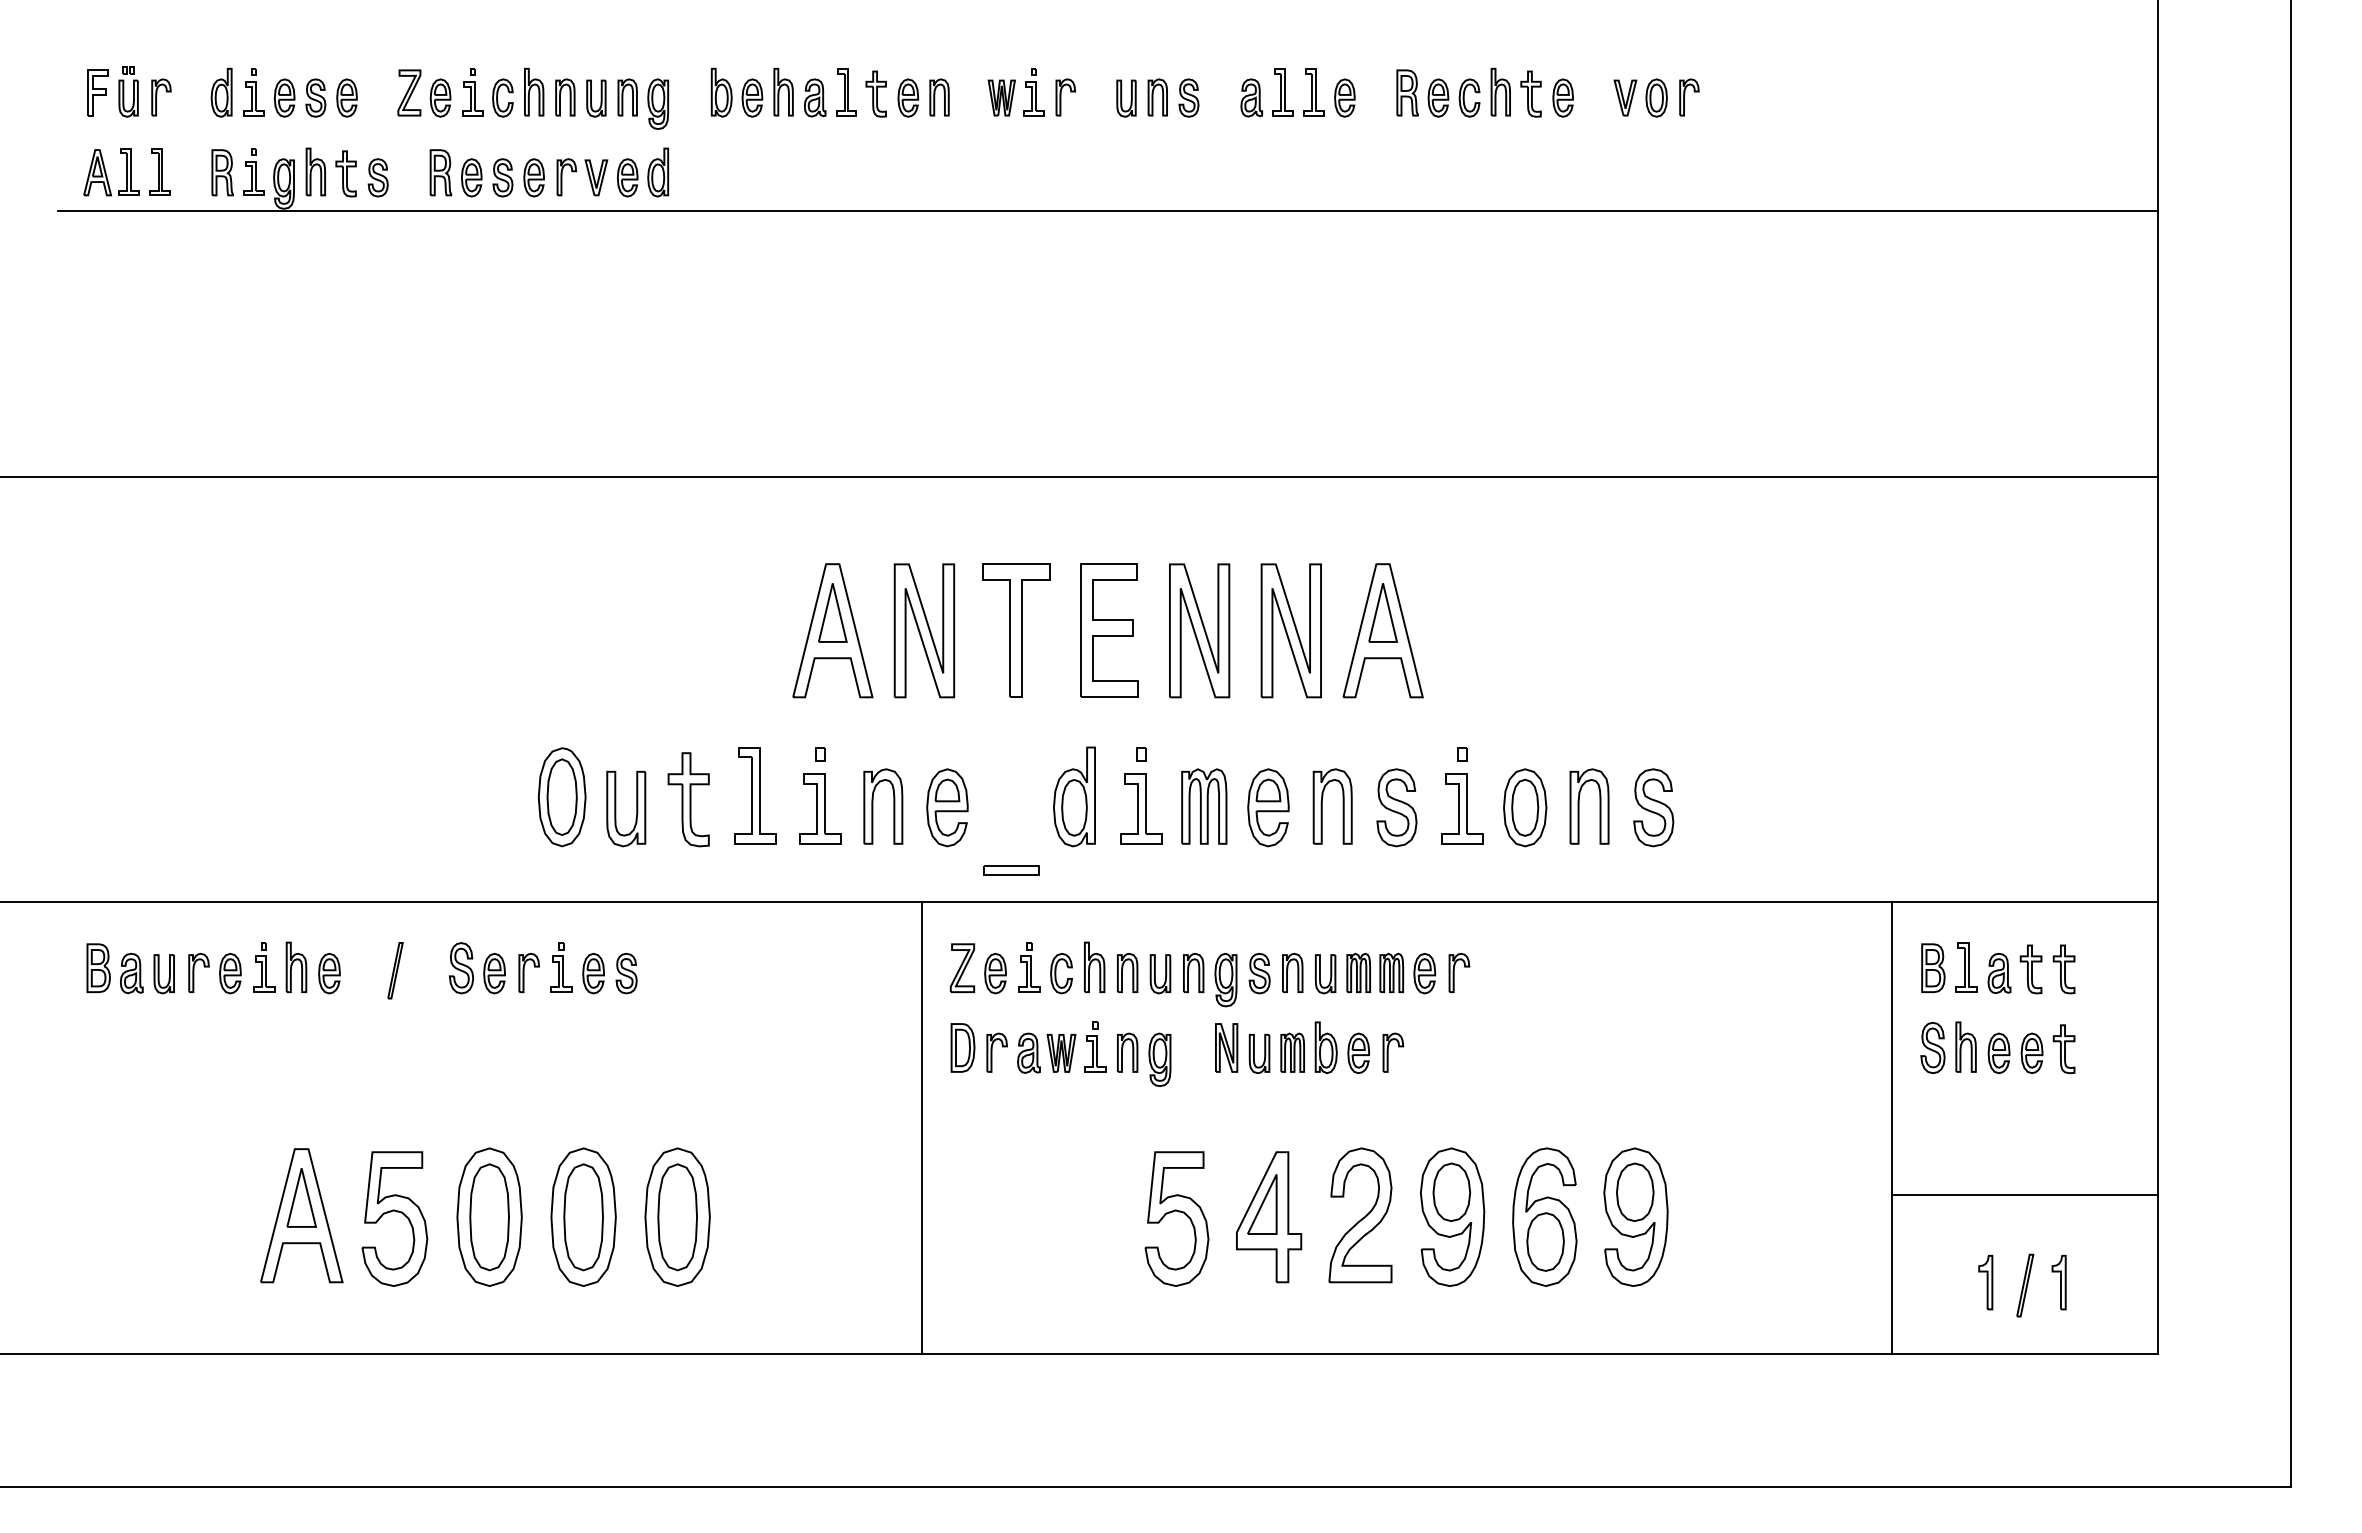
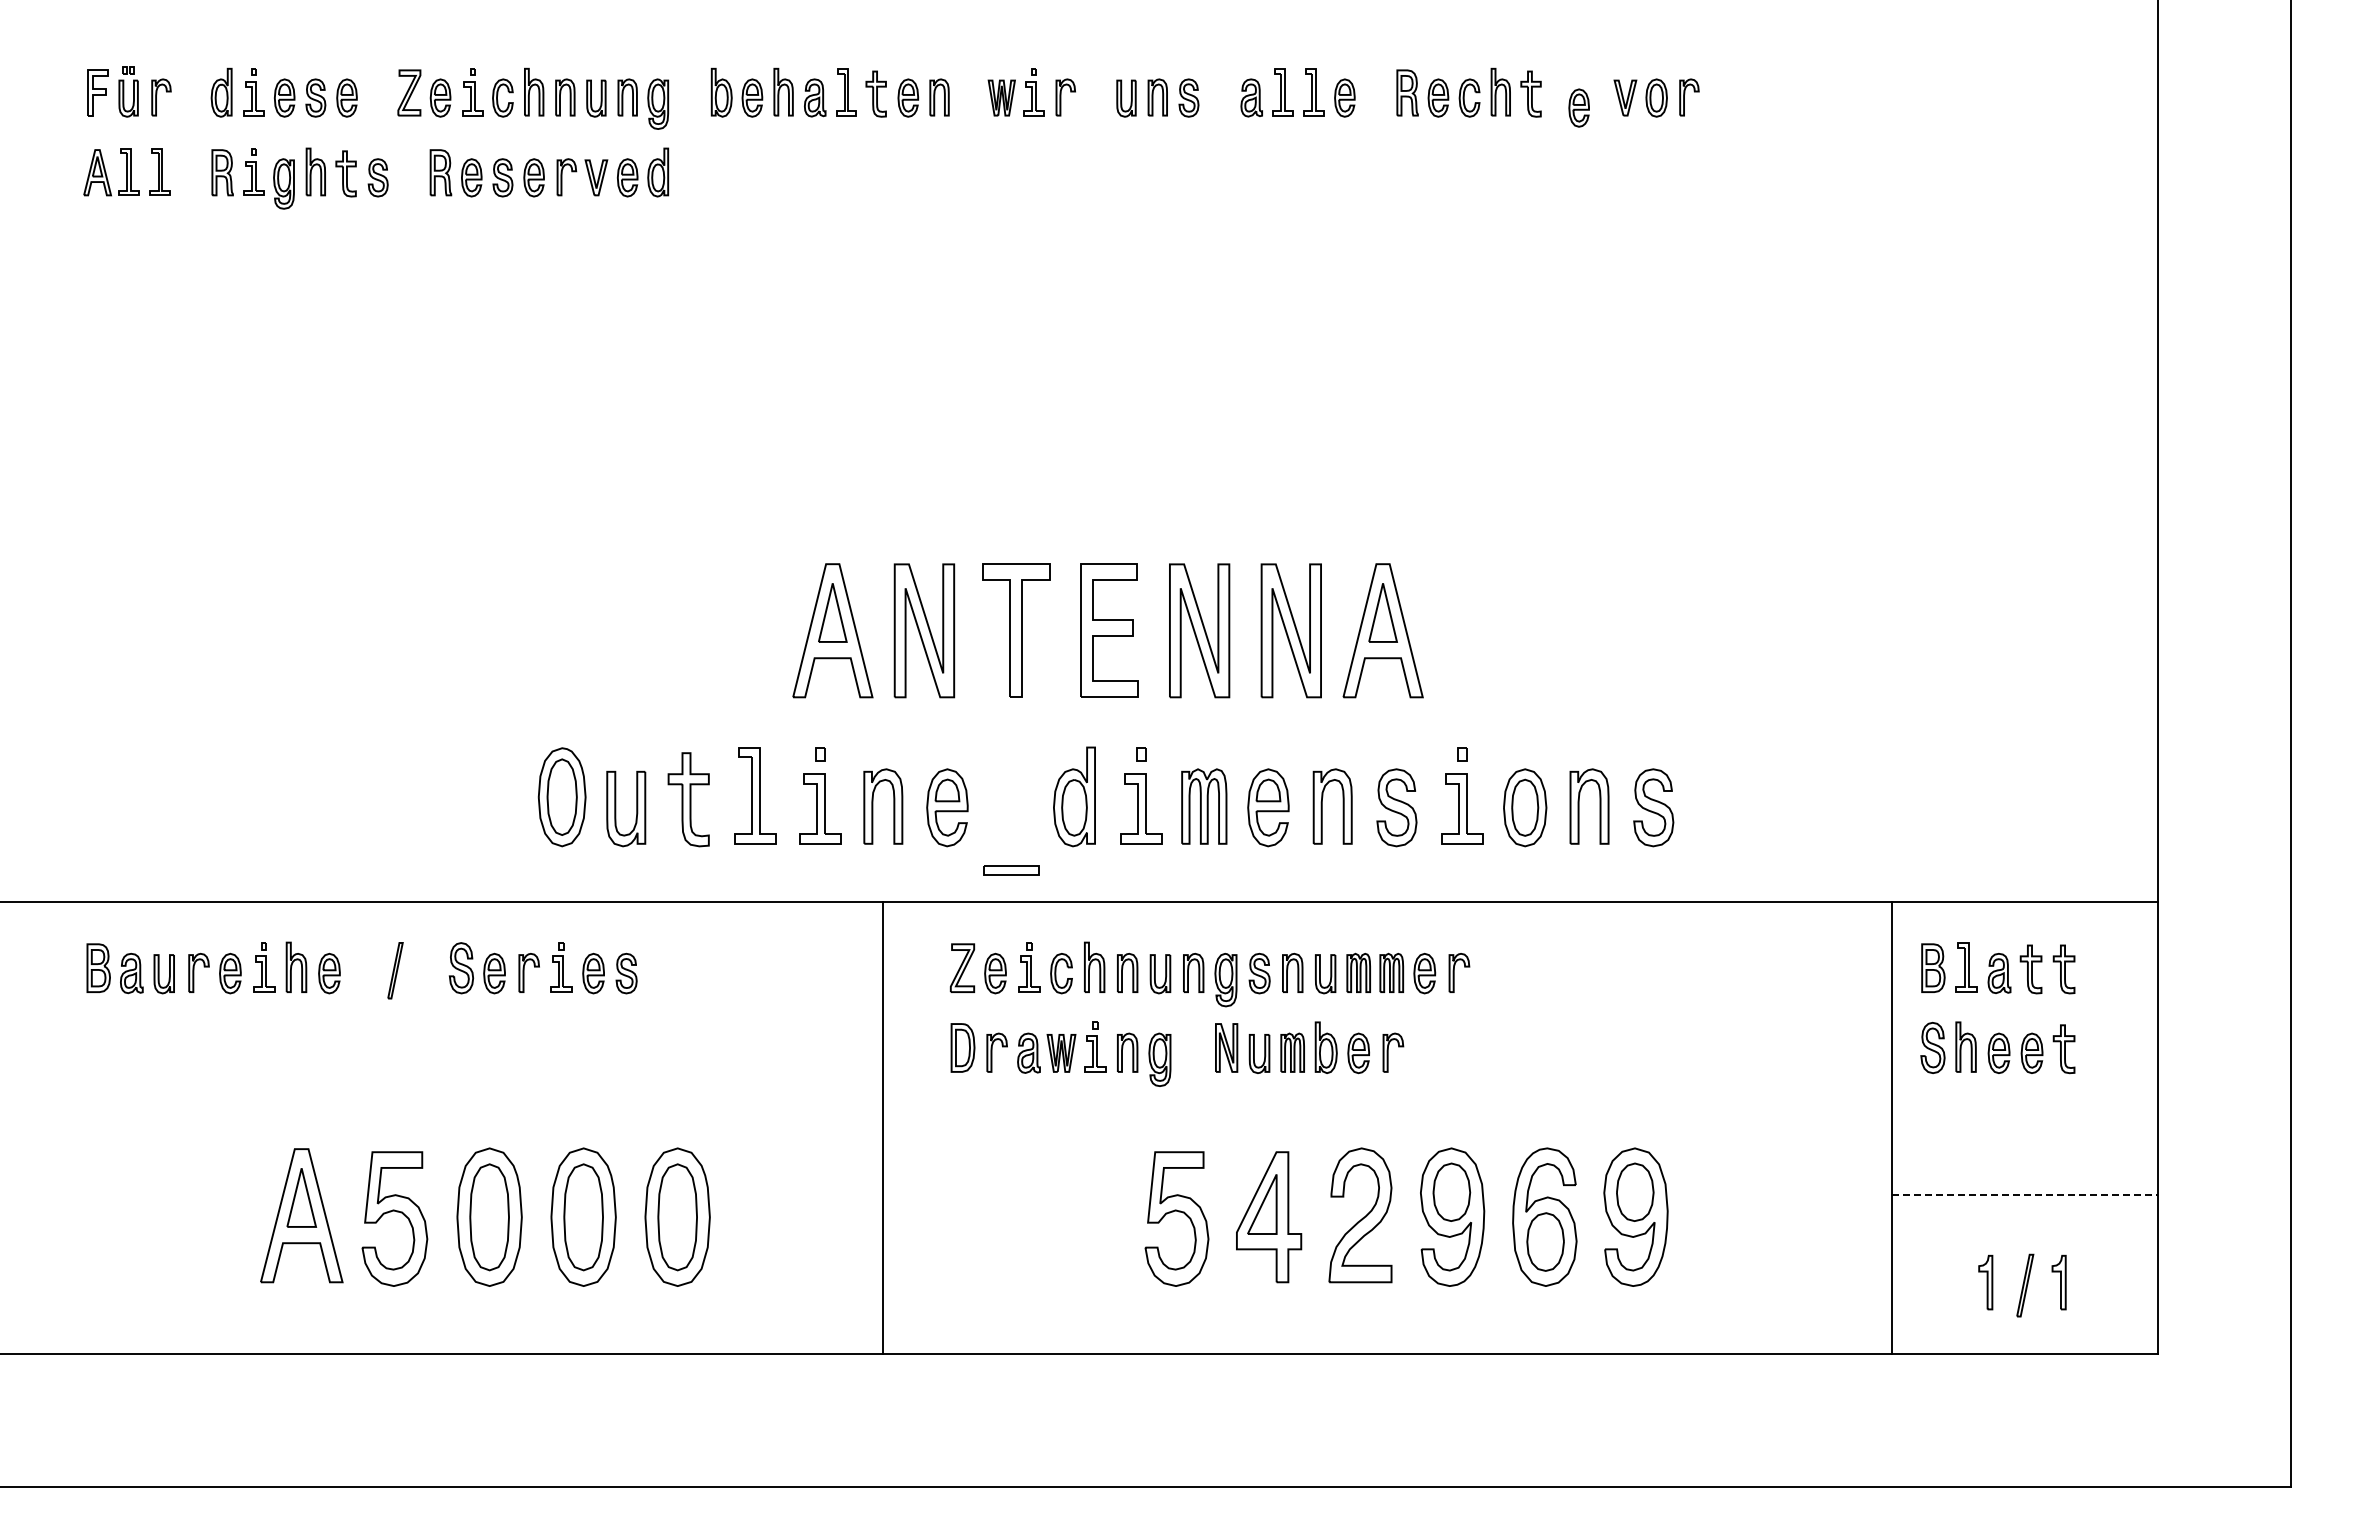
part at (1562, 97) position: (1562, 97) -> (1578, 107)
line at (1107, 210): present -> none
line at (1080, 476): present -> none
line at (921, 1128) position: (921, 1128) -> (882, 1128)
line at (2025, 1194): solid -> dashed
